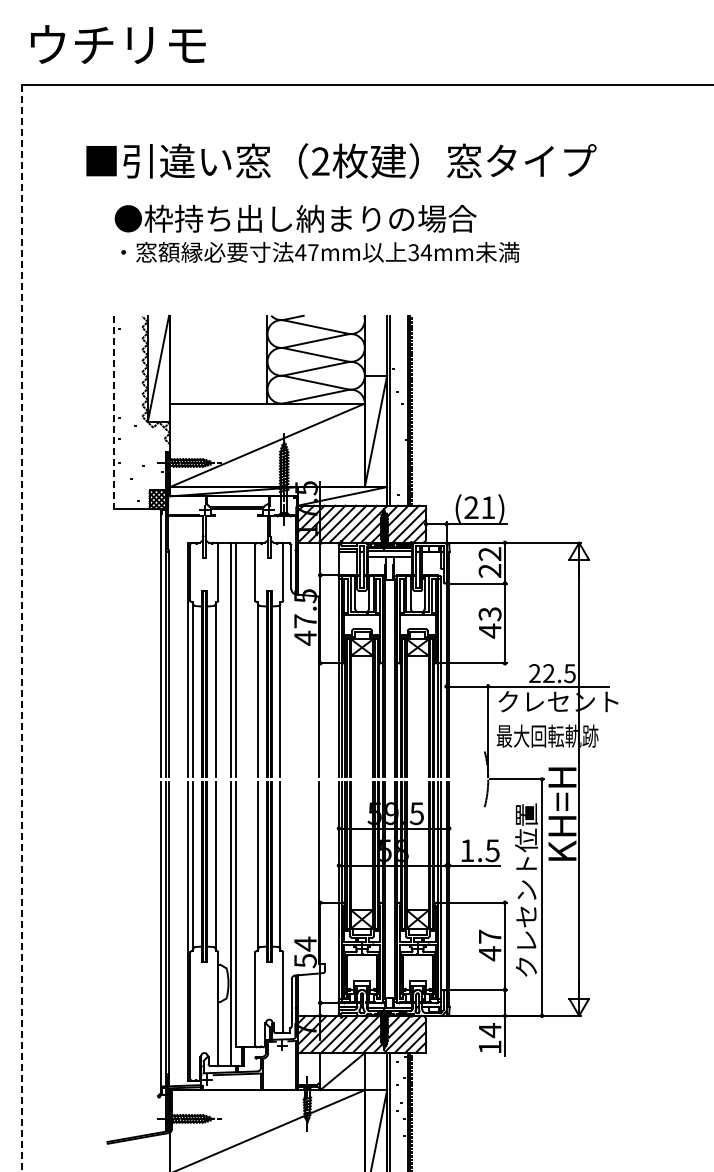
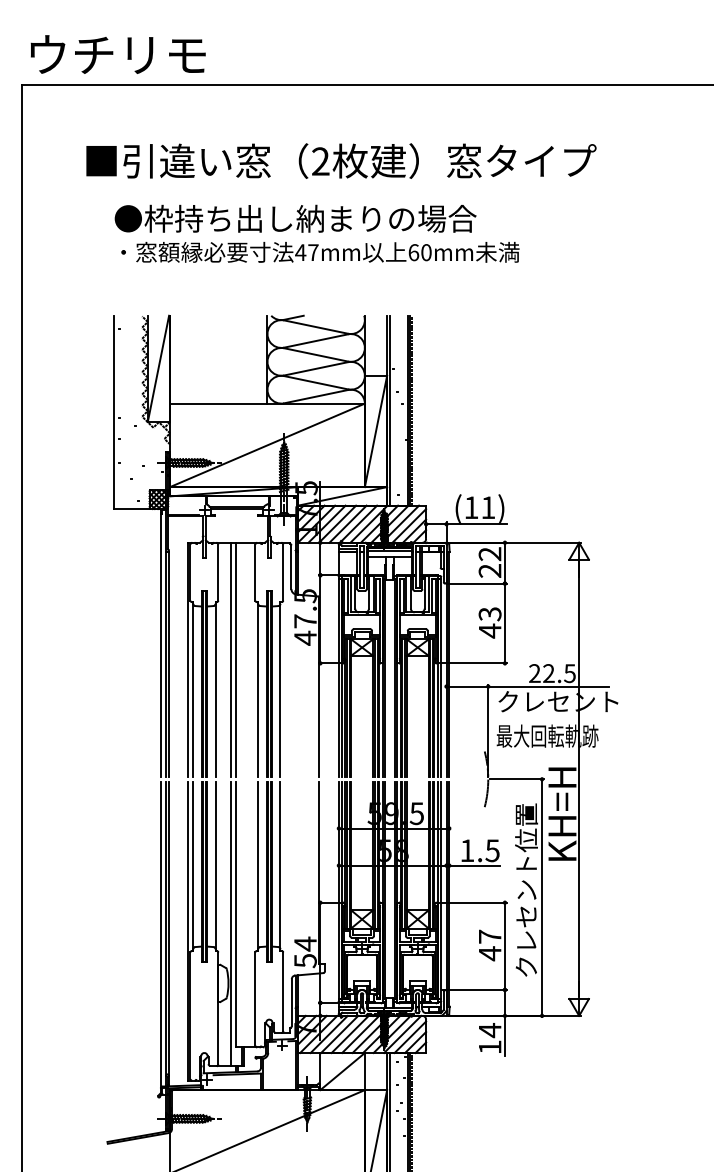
text at (117, 44) position: (117, 44) -> (117, 54)
text at (420, 252): 34mm -> 60mm
line at (114, 412): dashed -> solid
text at (471, 507): (21) -> (11)
line at (21, 628): dashed -> solid
